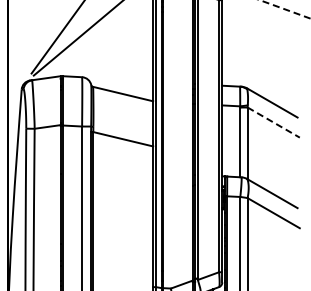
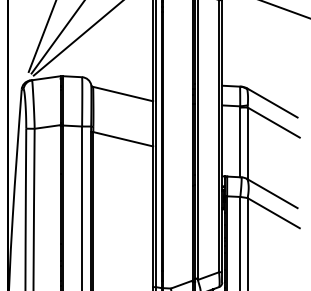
line at (285, 9): dashed -> solid
line at (41, 37): none -> present
line at (274, 122): dashed -> solid
